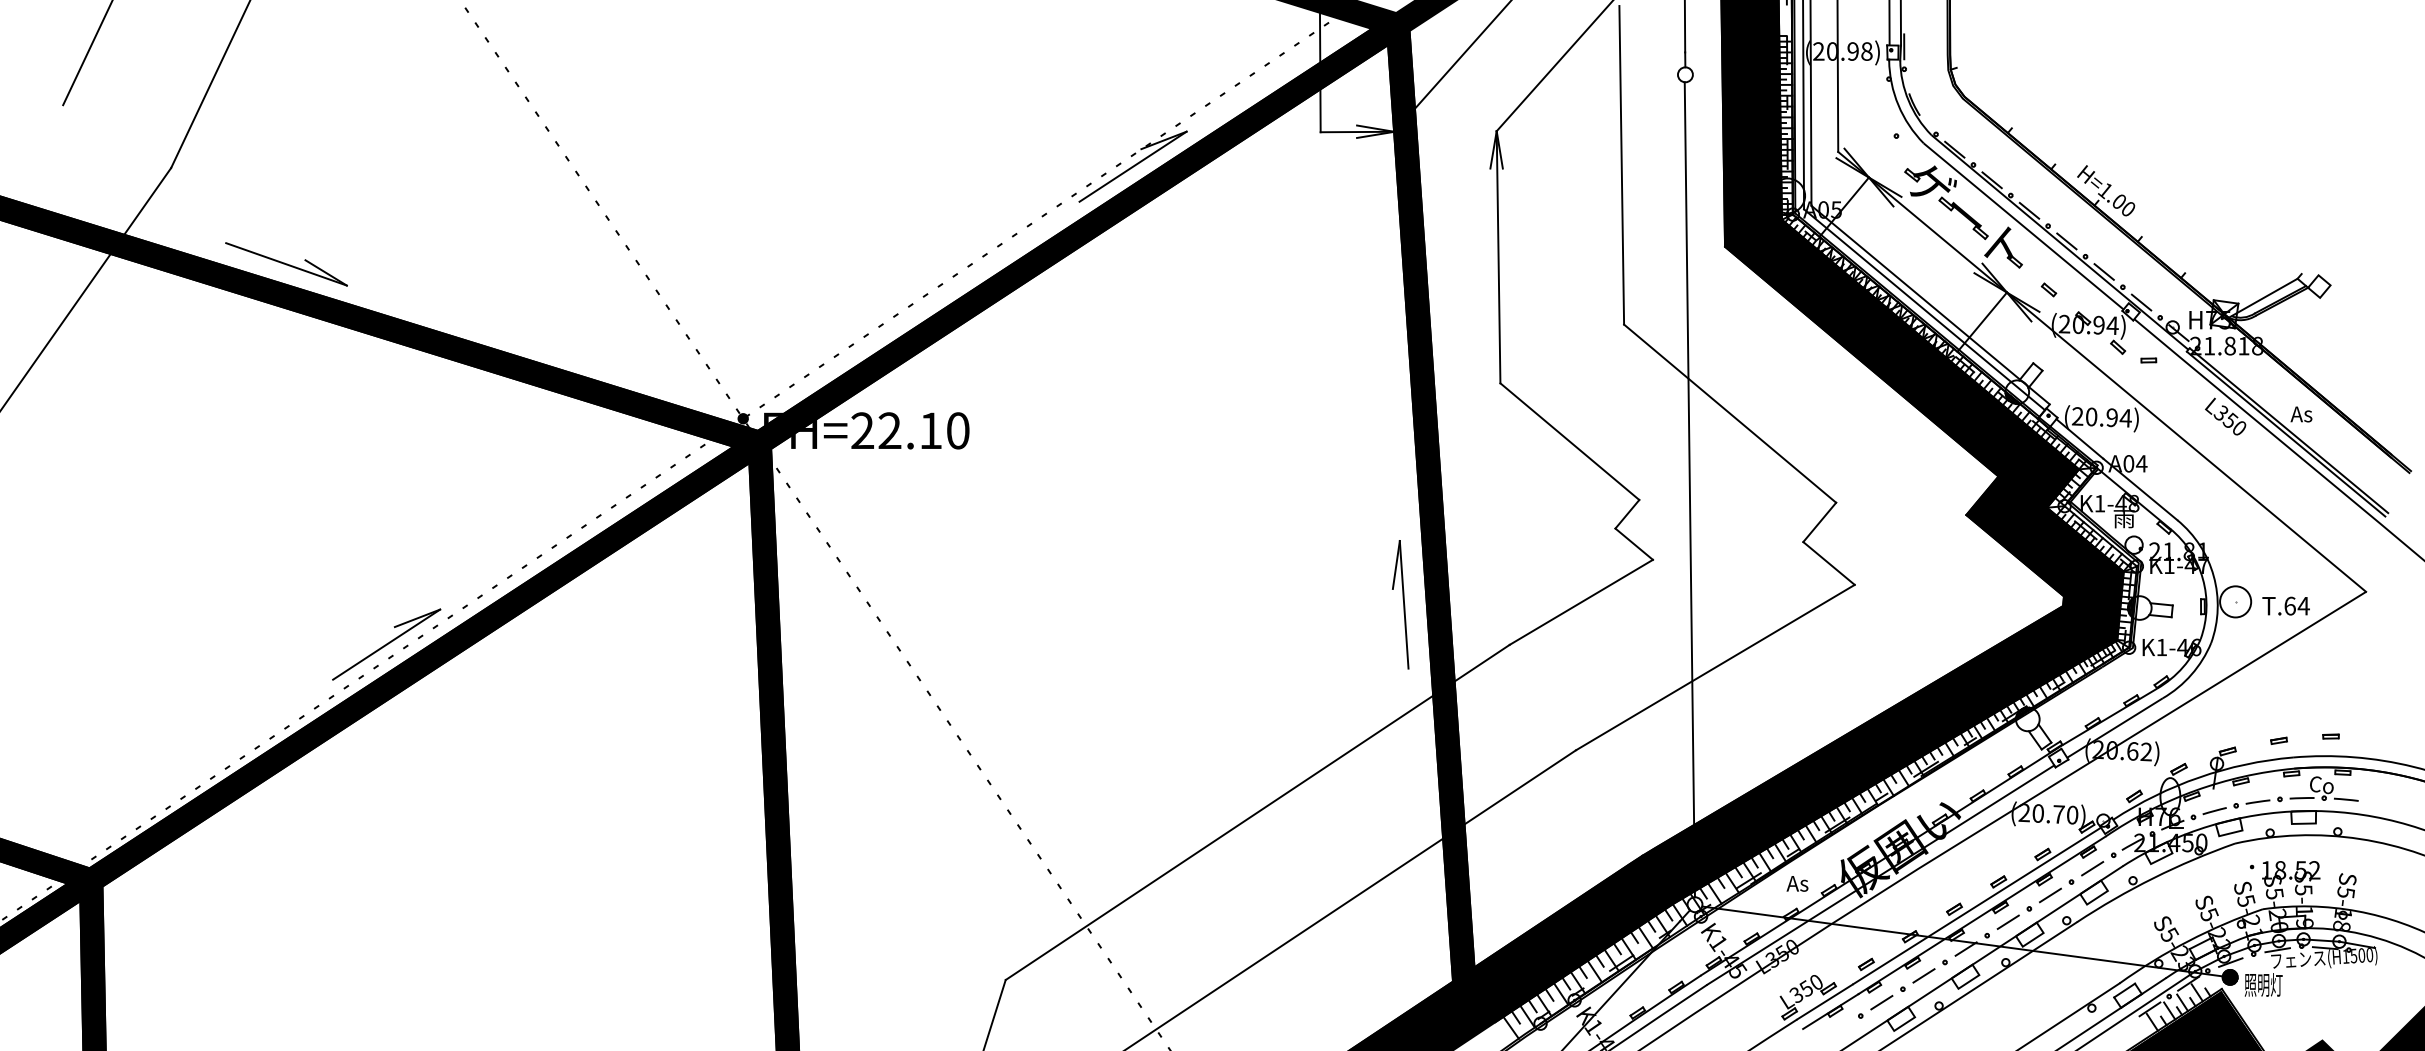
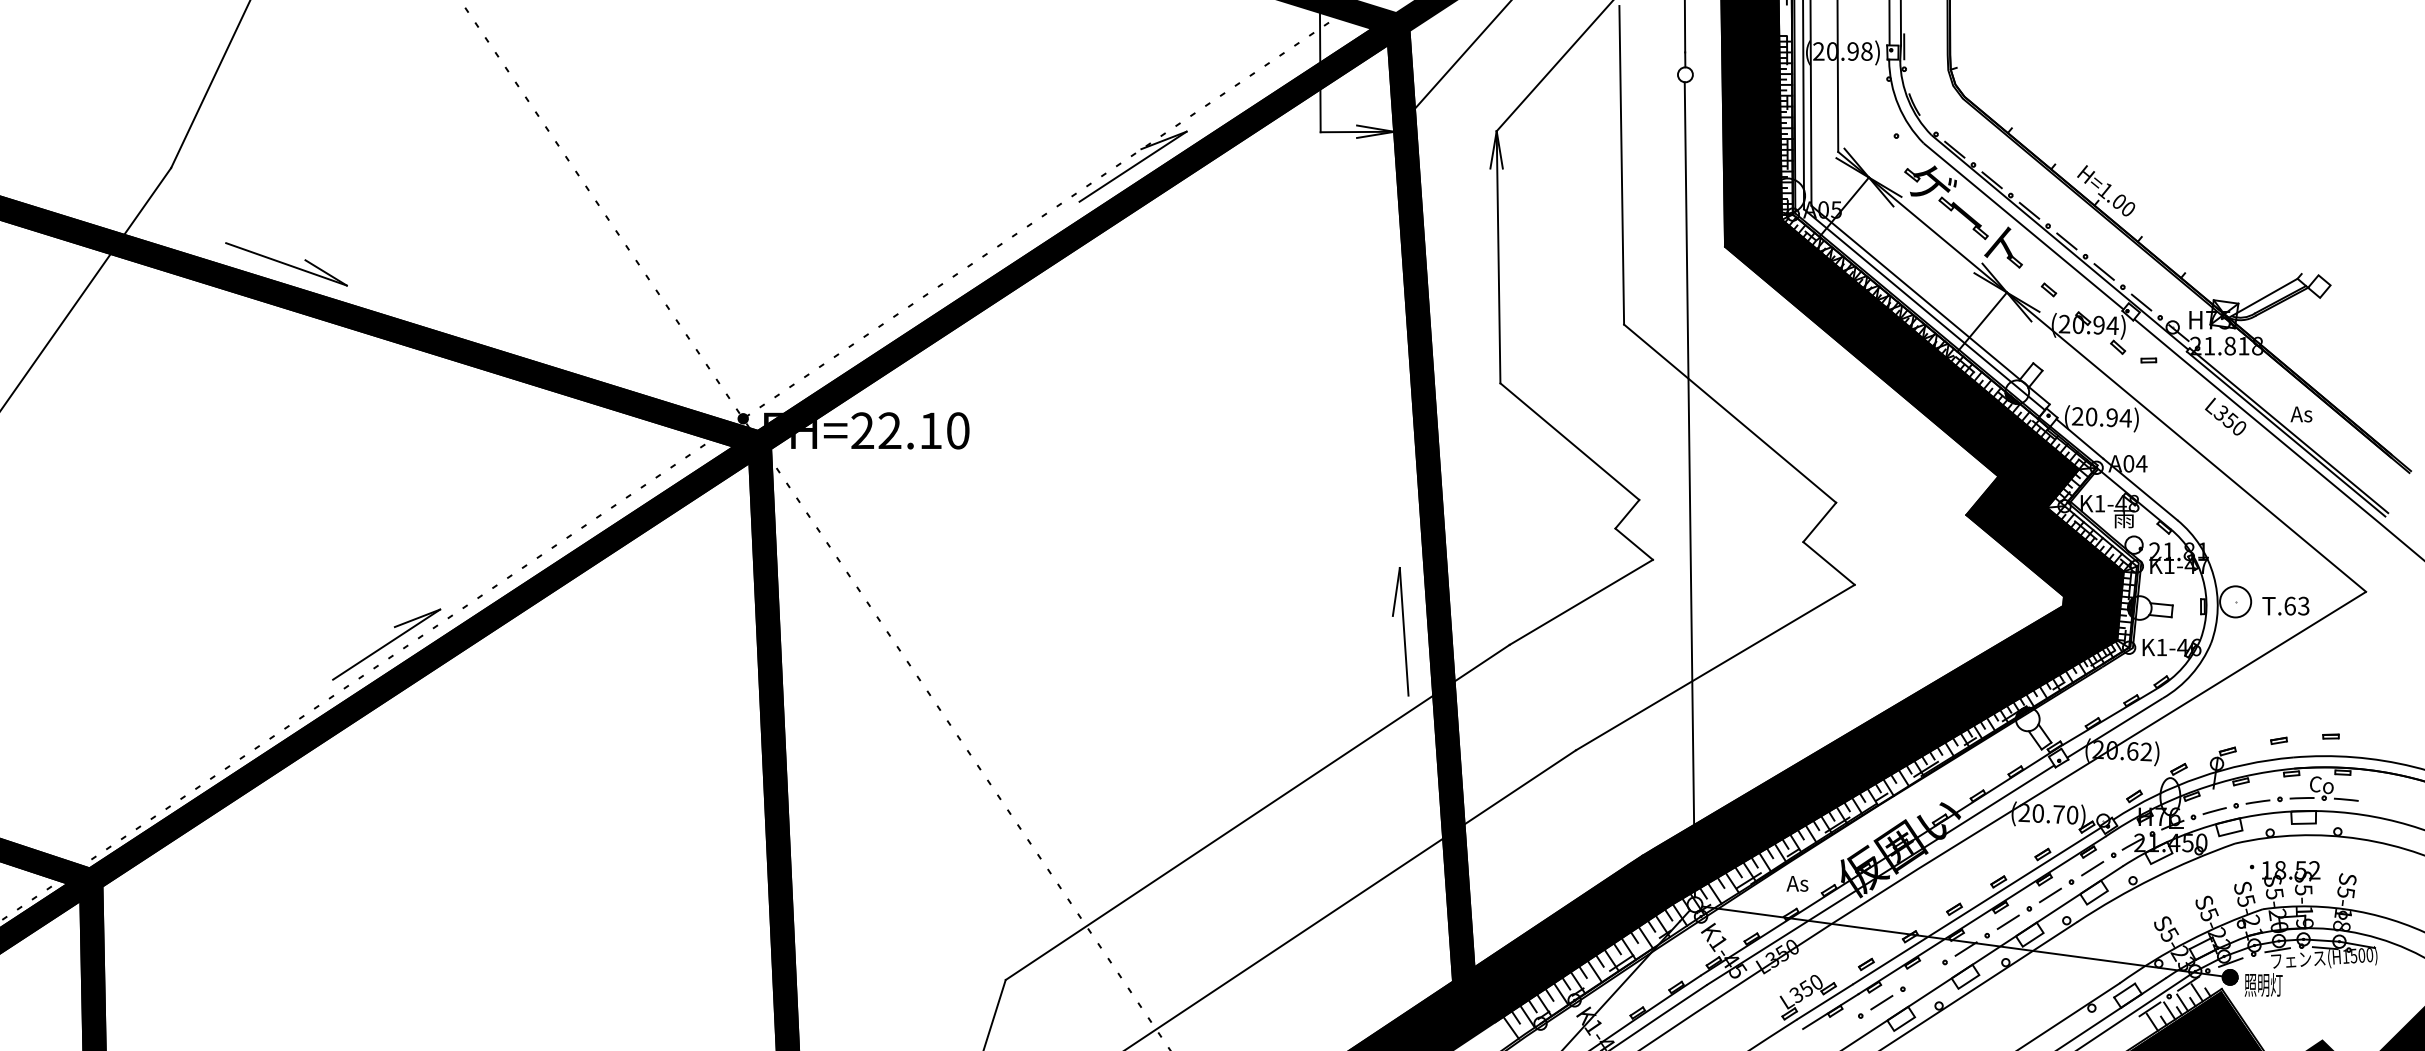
line at (87, 53): present -> none
part at (1400, 604) position: (1400, 604) -> (1400, 631)
text at (2303, 605): T.64 -> T.63
line at (1923, 975): present -> none
